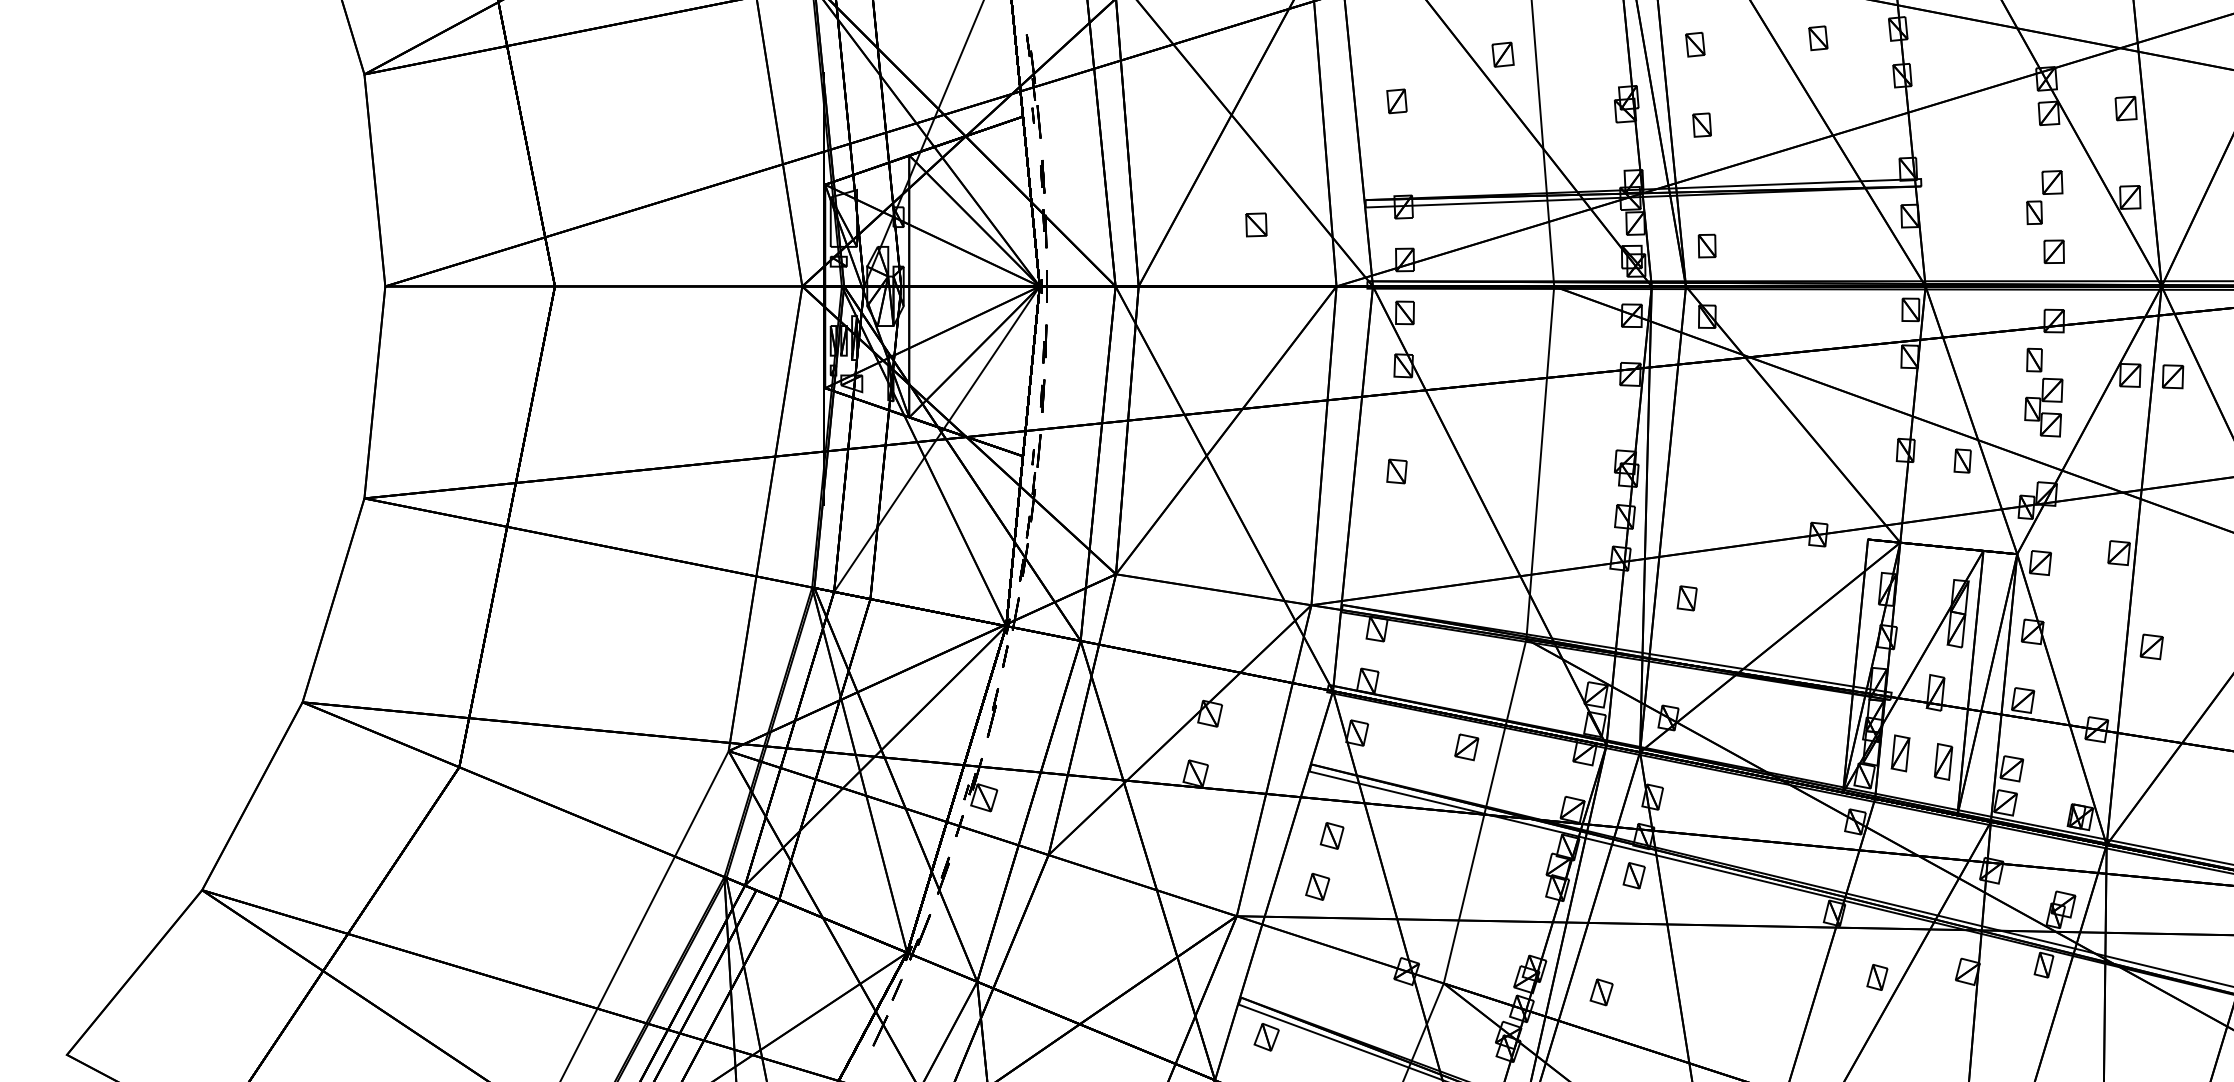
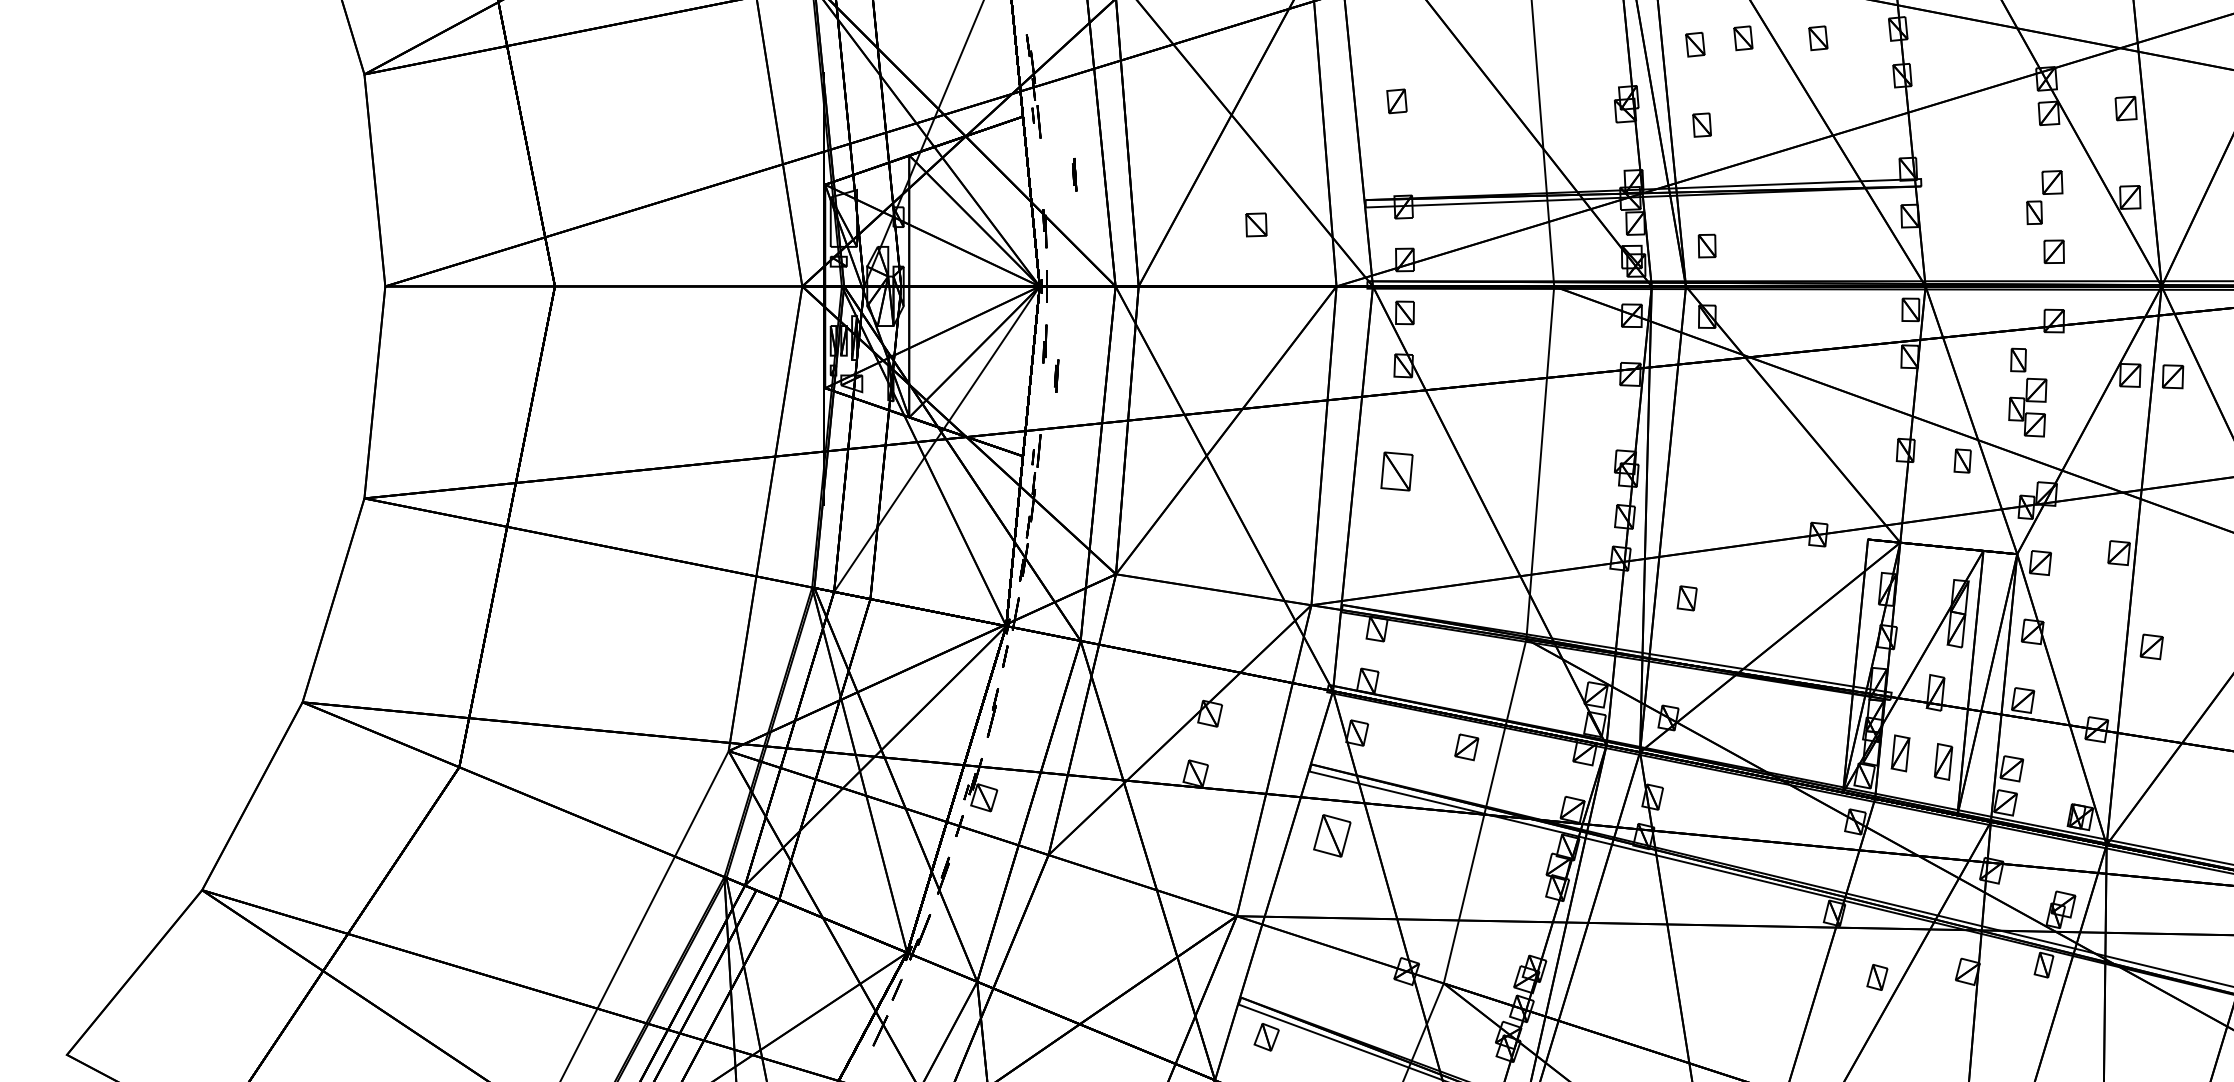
part at (1743, 38): none -> present
part at (1502, 54): present -> none
part at (1042, 176) position: (1042, 176) -> (1074, 174)
part at (2043, 392) position: (2043, 392) -> (2027, 392)
part at (1042, 395) position: (1042, 395) -> (1056, 375)
part at (1396, 471) size: 22x27 px -> 34x41 px
part at (1331, 835) size: 26x28 px -> 39x44 px
part at (1633, 875): present -> none
part at (1317, 886): present -> none
part at (1601, 992): present -> none
